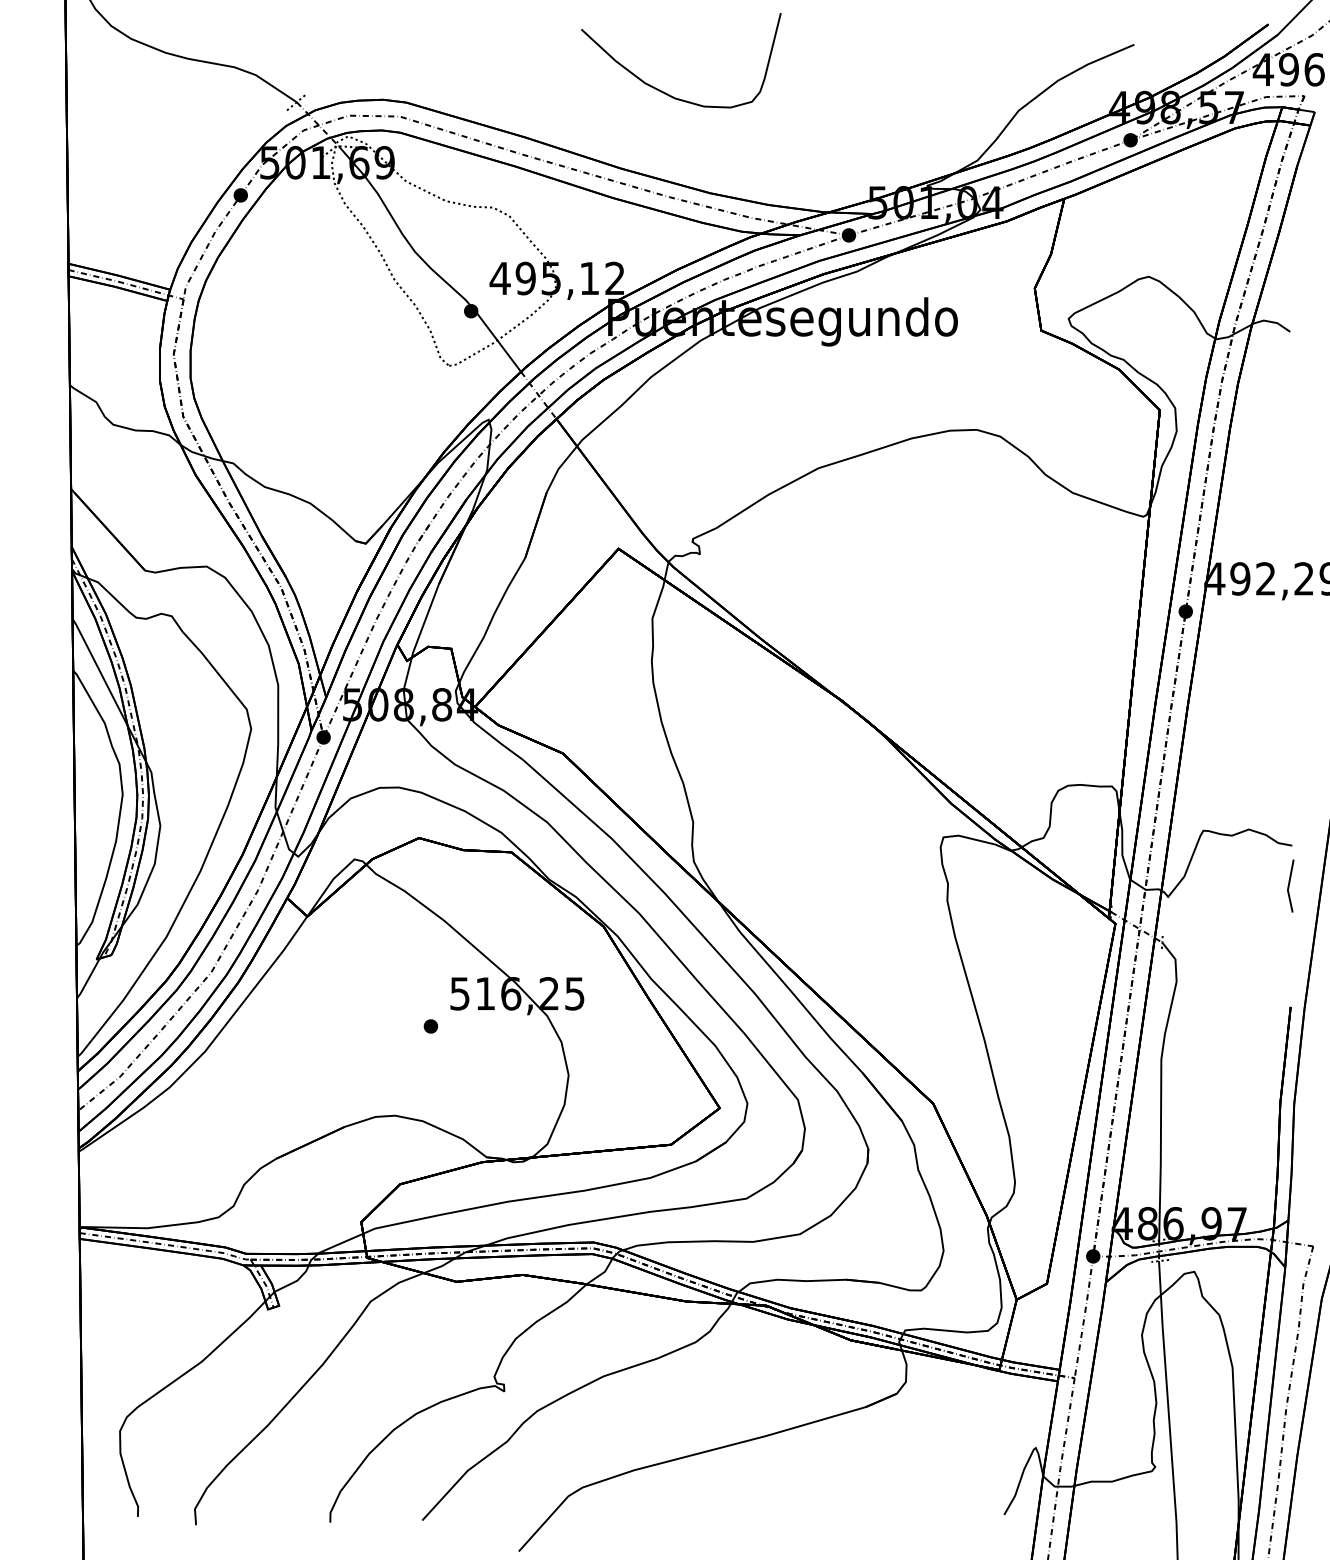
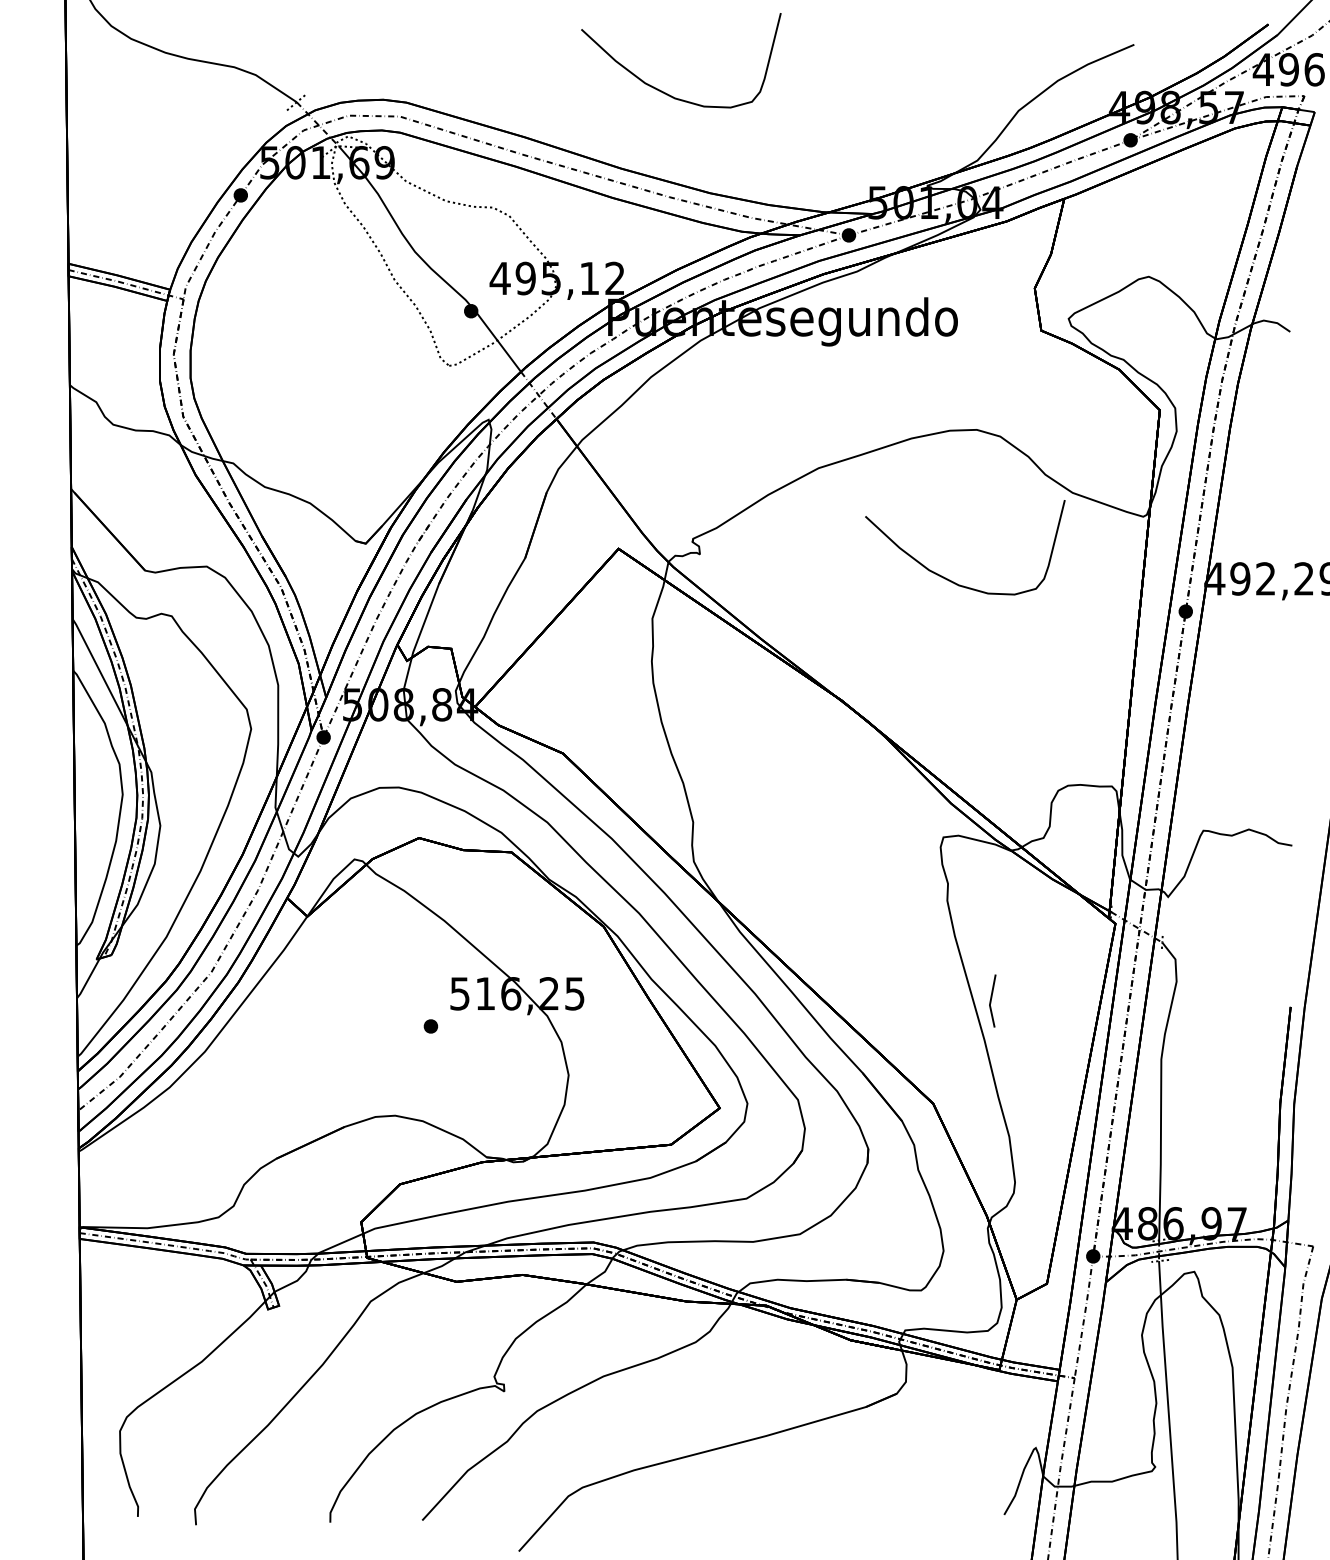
curve at (949, 579): none -> present
line at (1289, 885) position: (1289, 885) -> (991, 1000)
